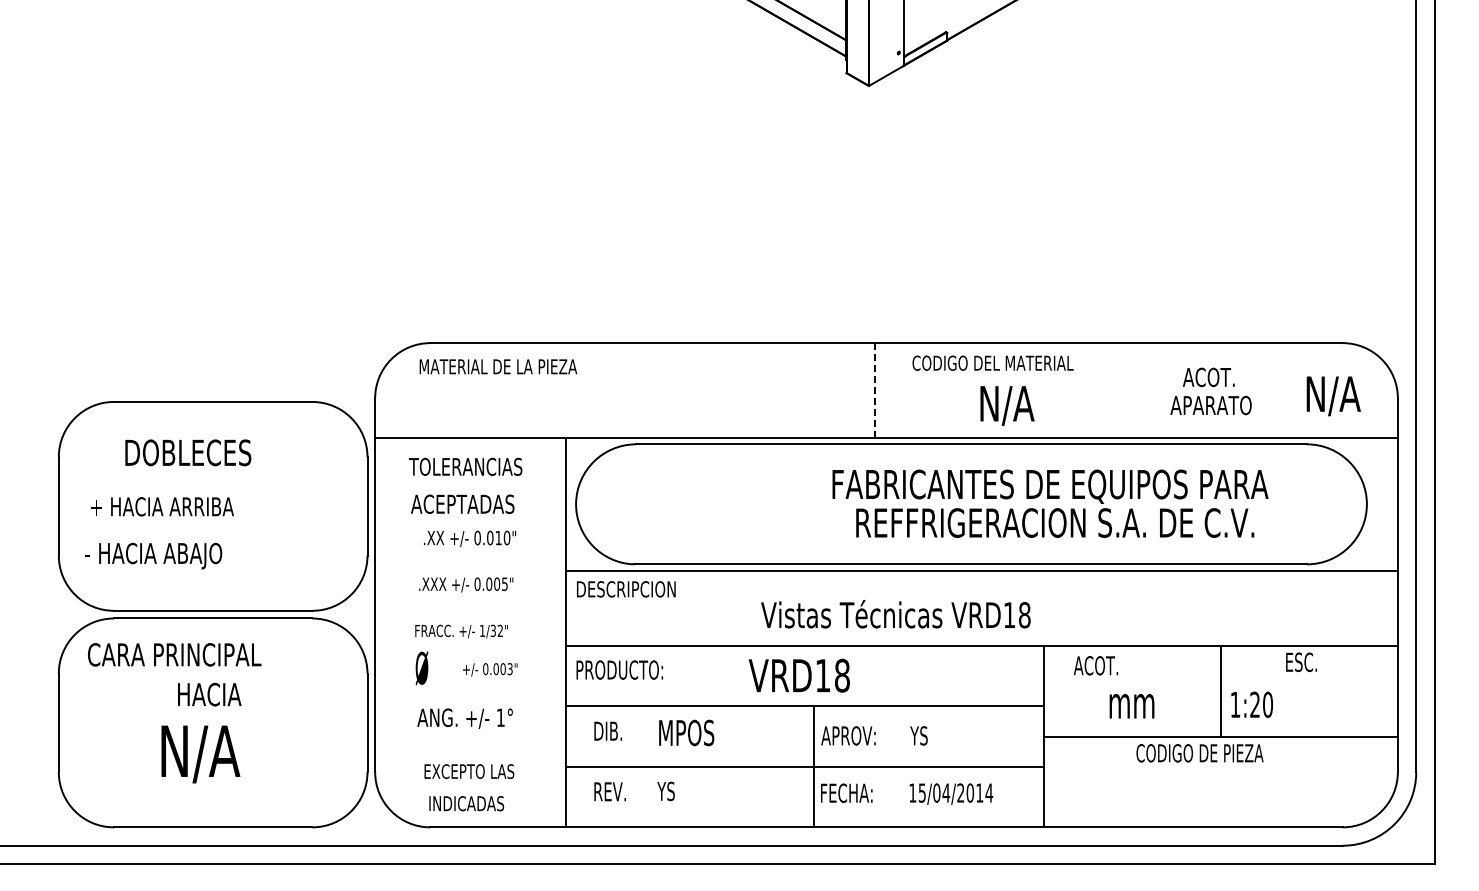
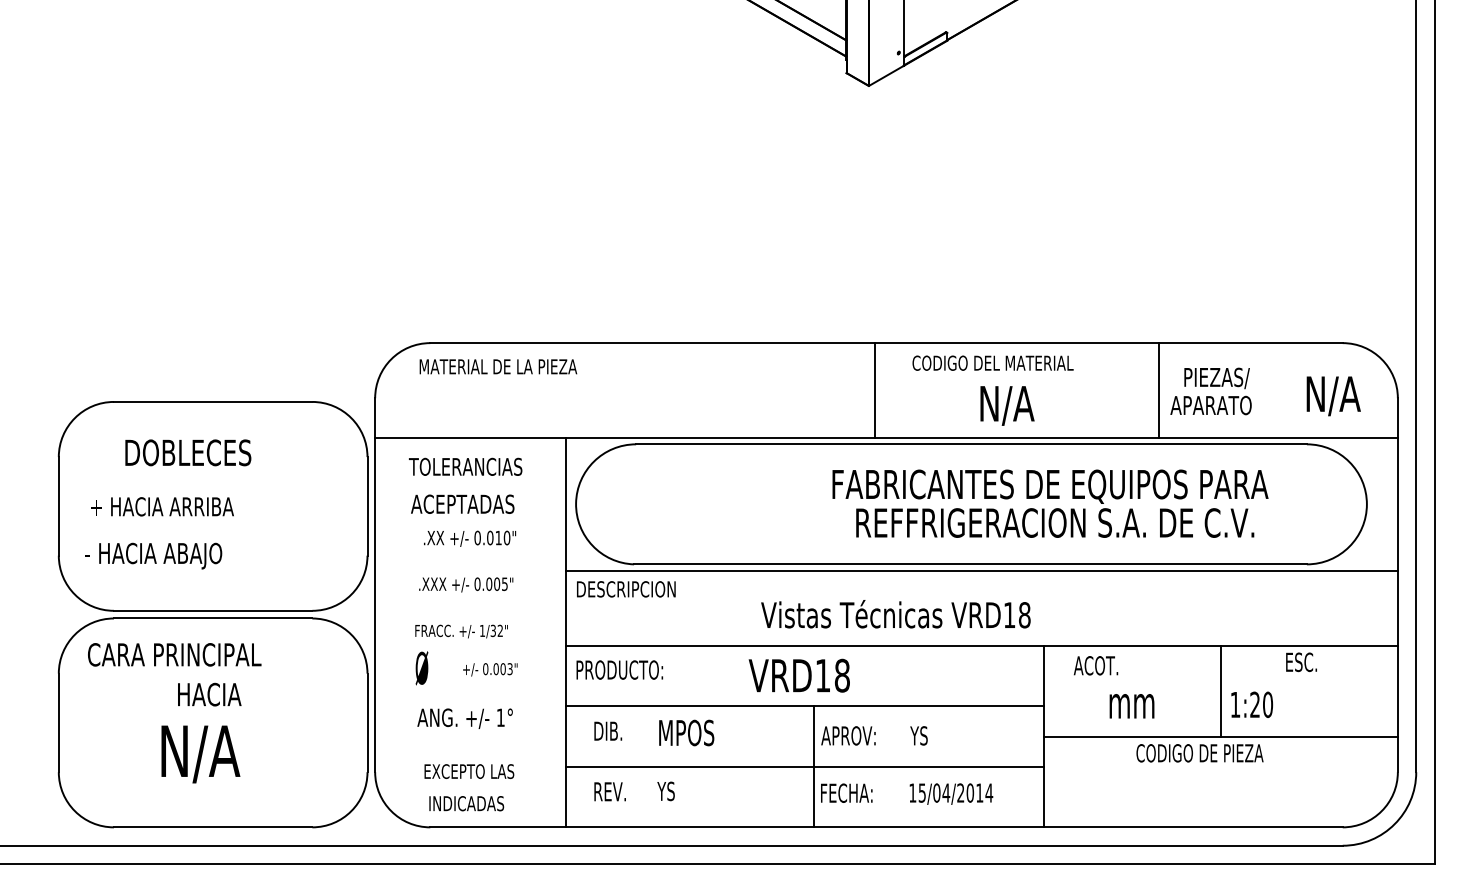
text at (1216, 378): ACOT. -> PIEZAS/
line at (874, 390): dashed -> solid
line at (1158, 390): none -> present
